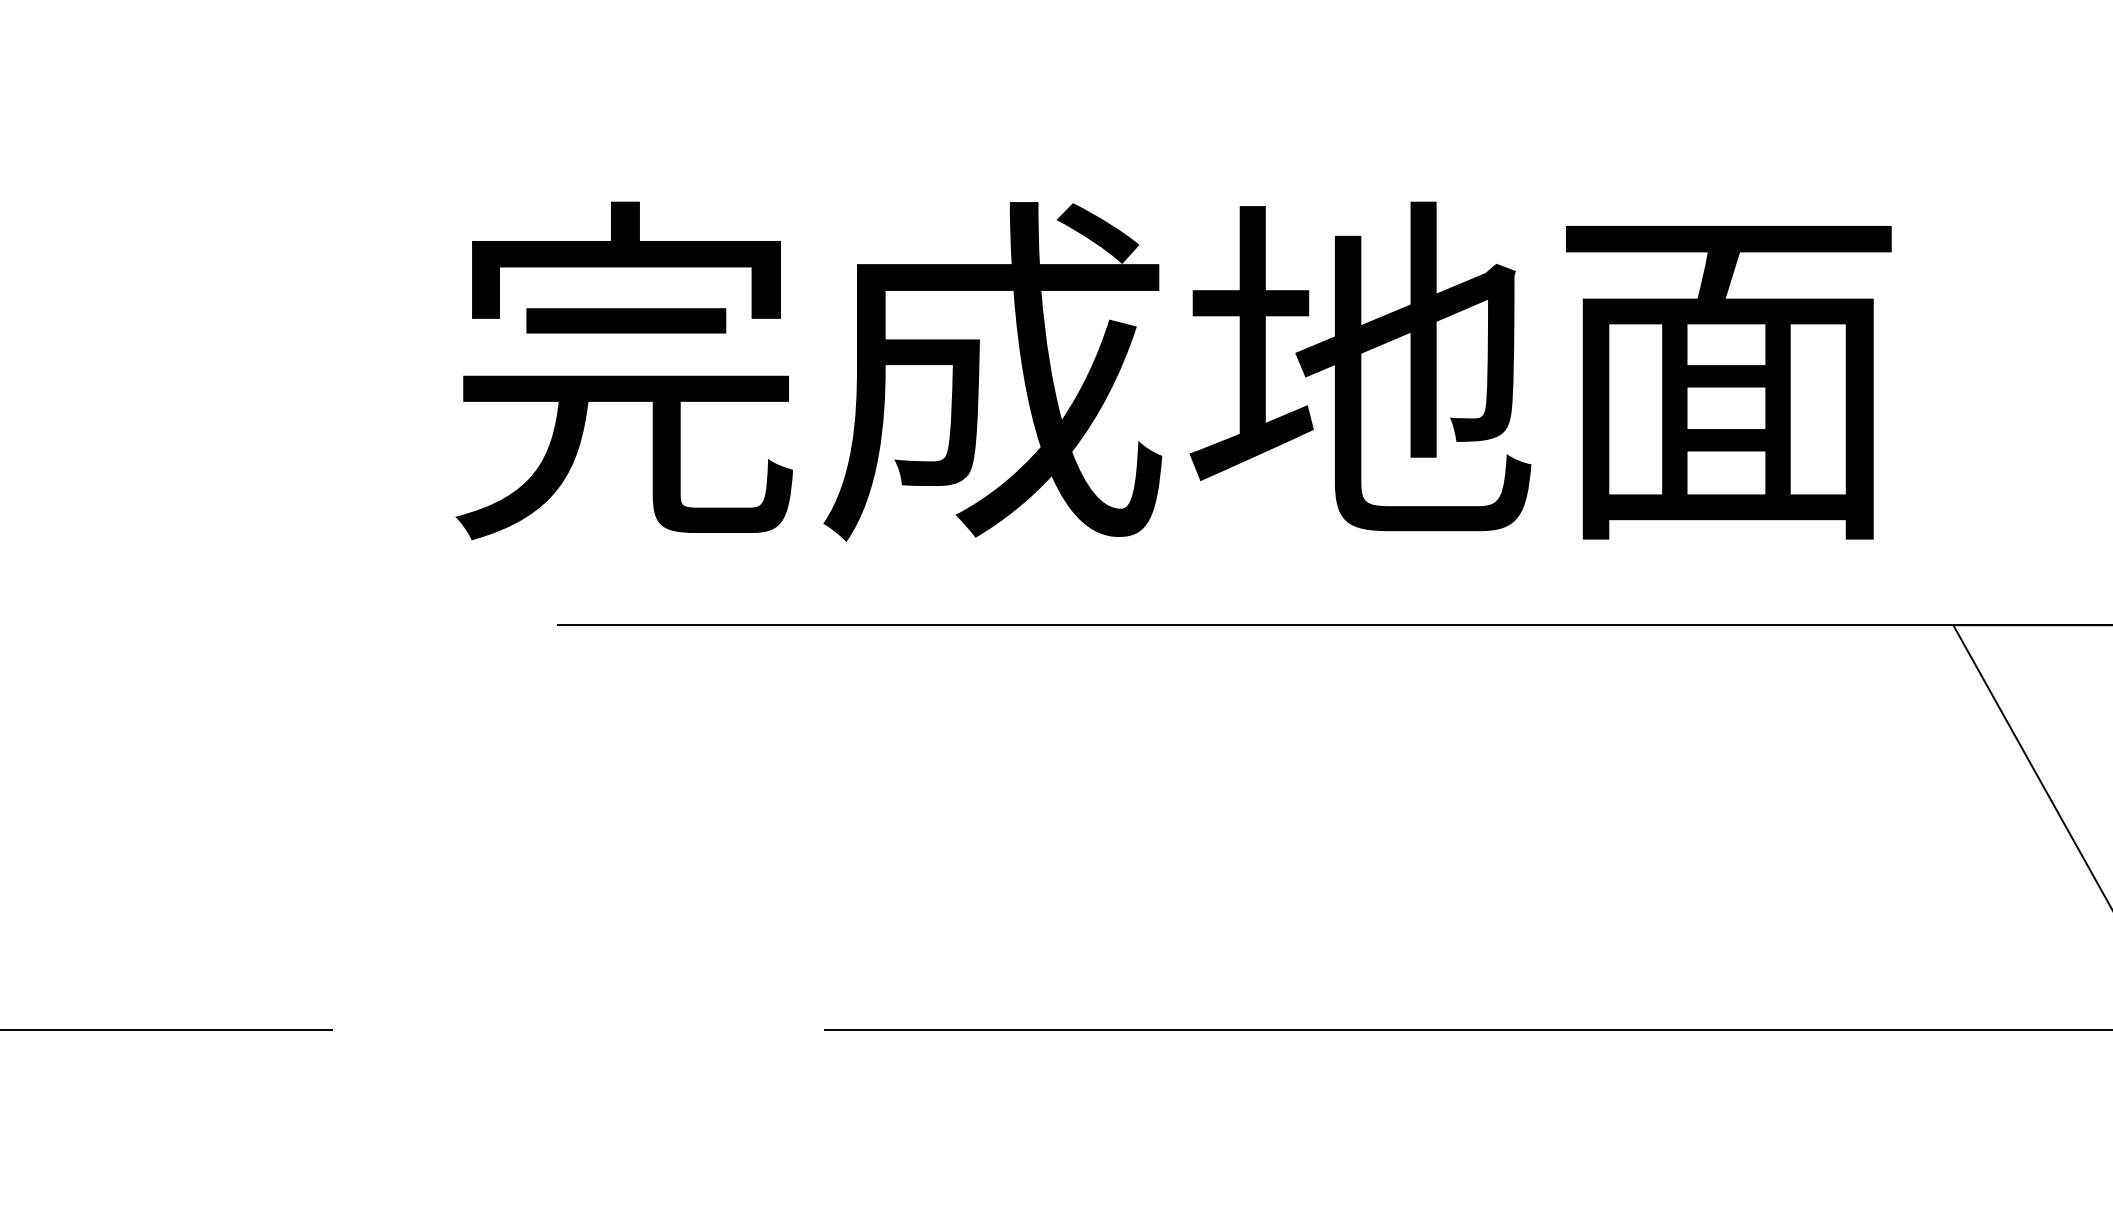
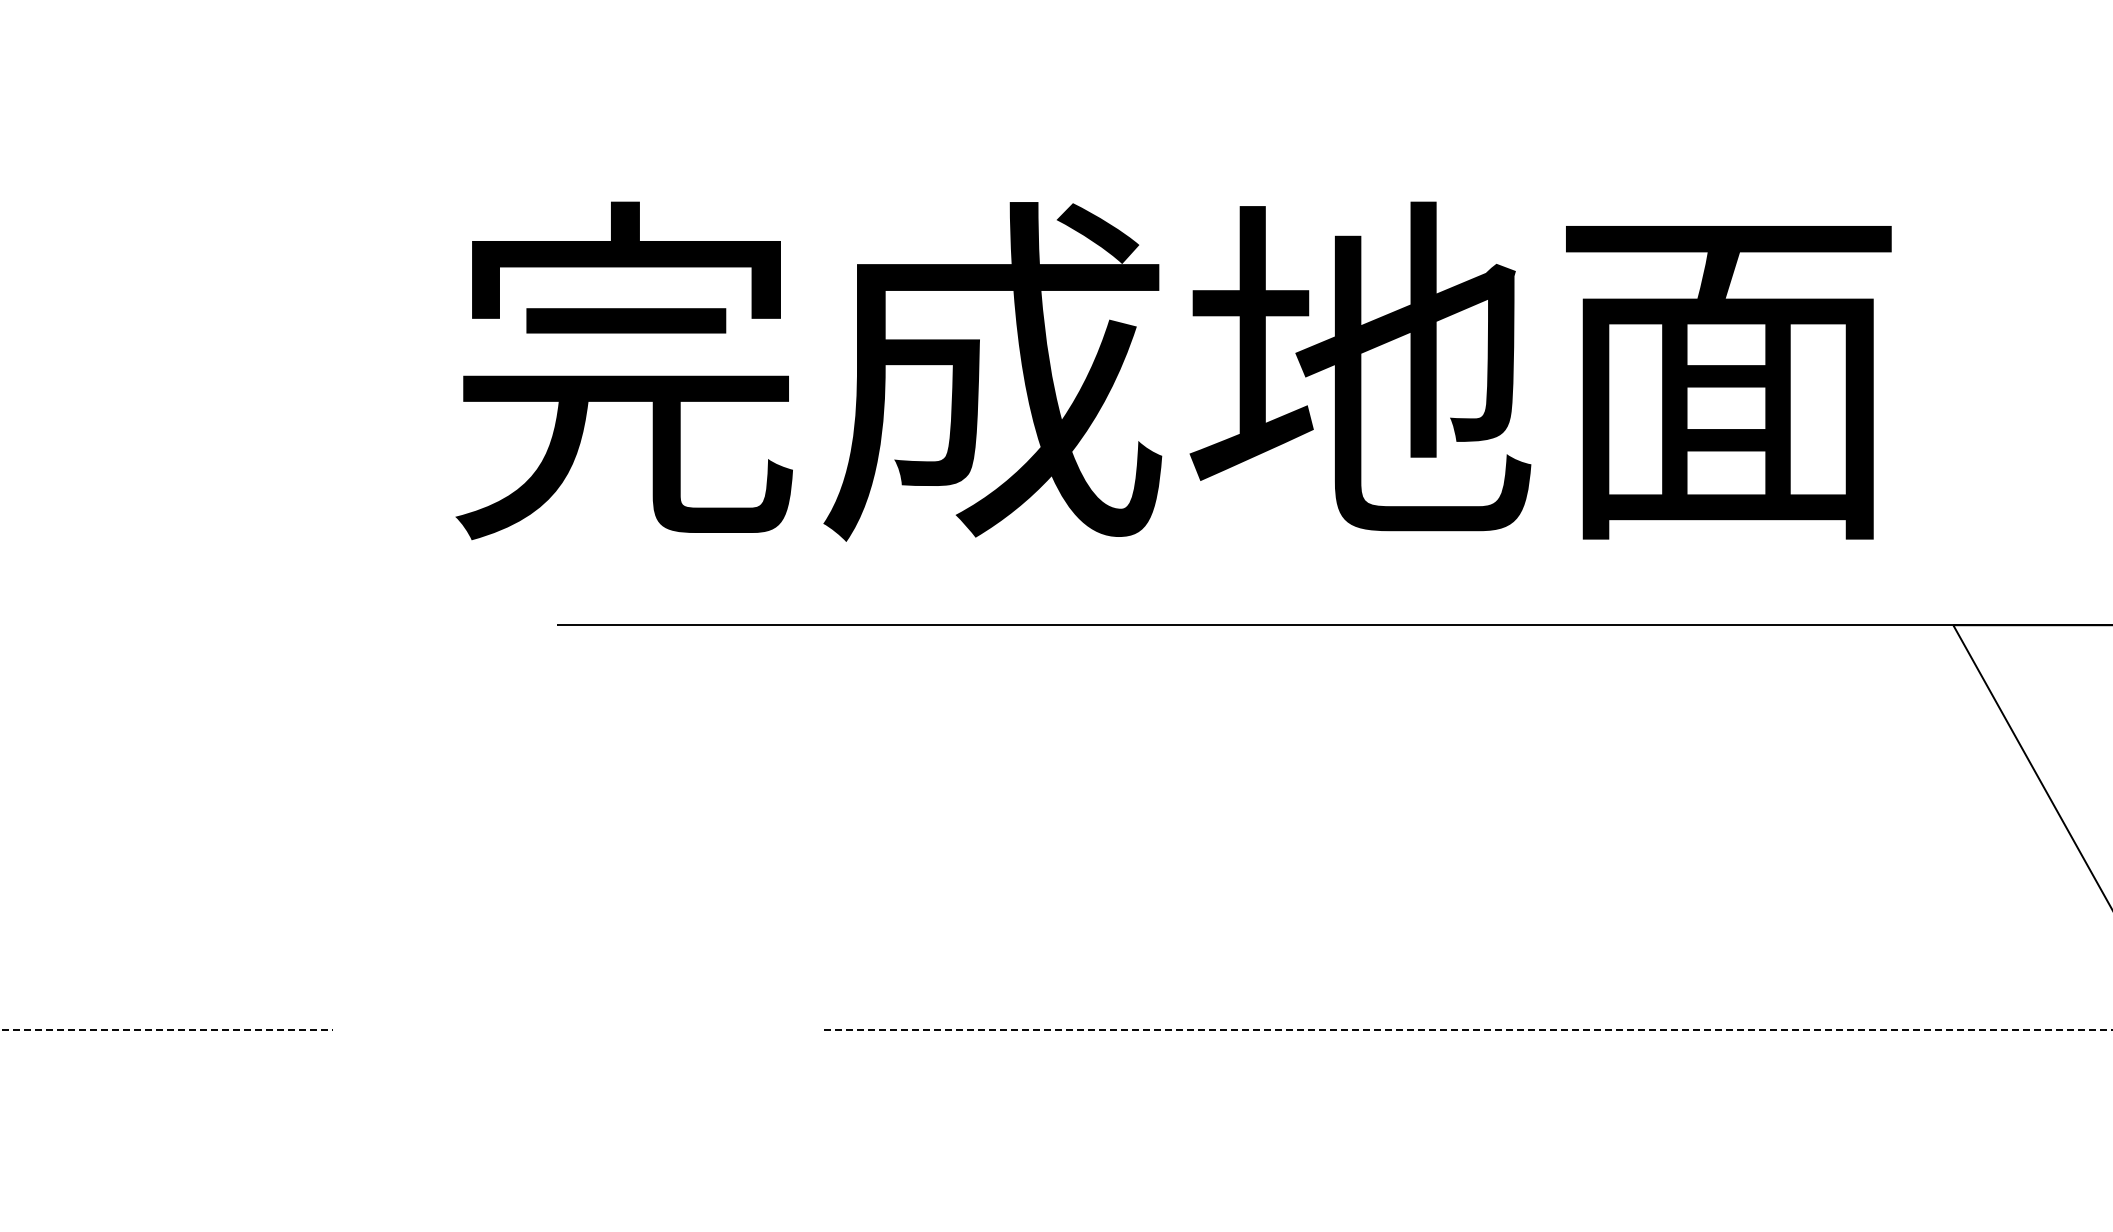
line at (167, 1030): solid -> dashed
line at (1468, 1030): solid -> dashed
